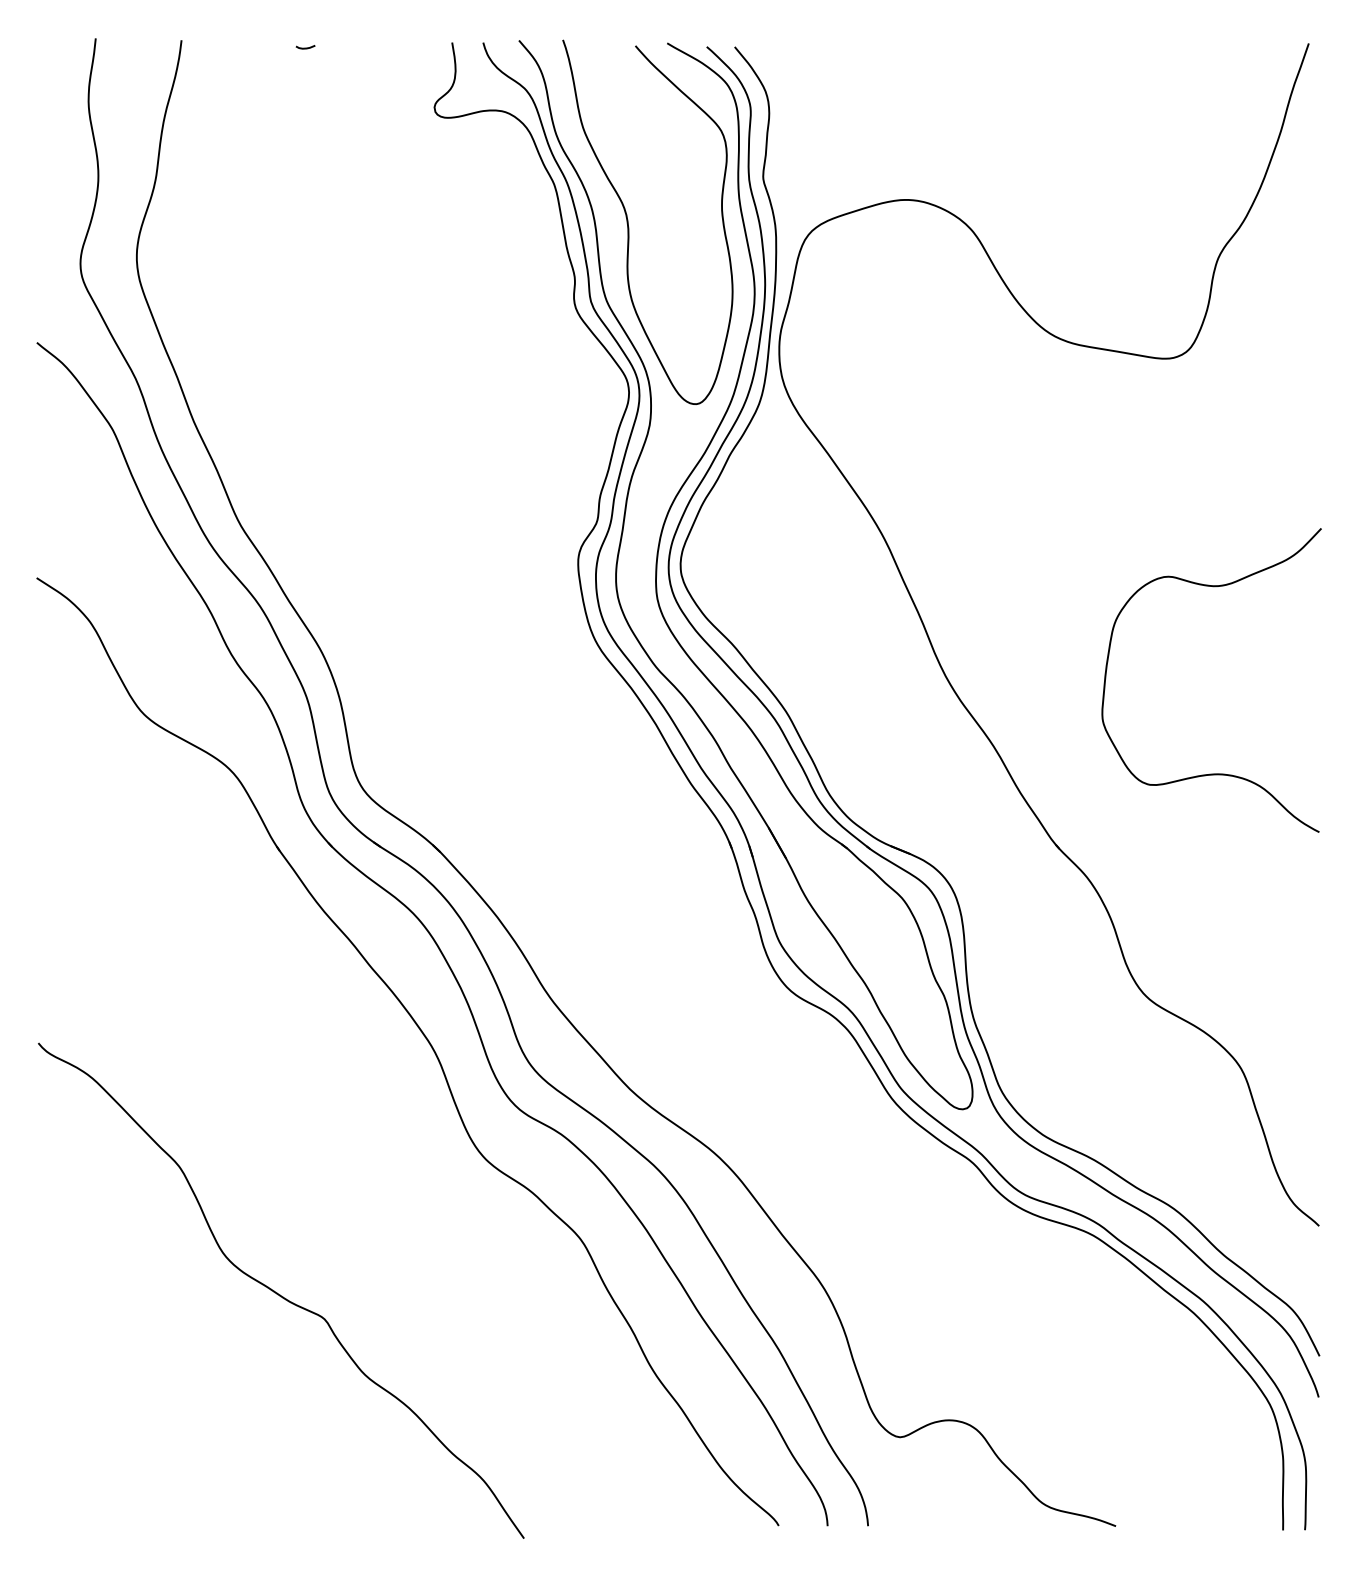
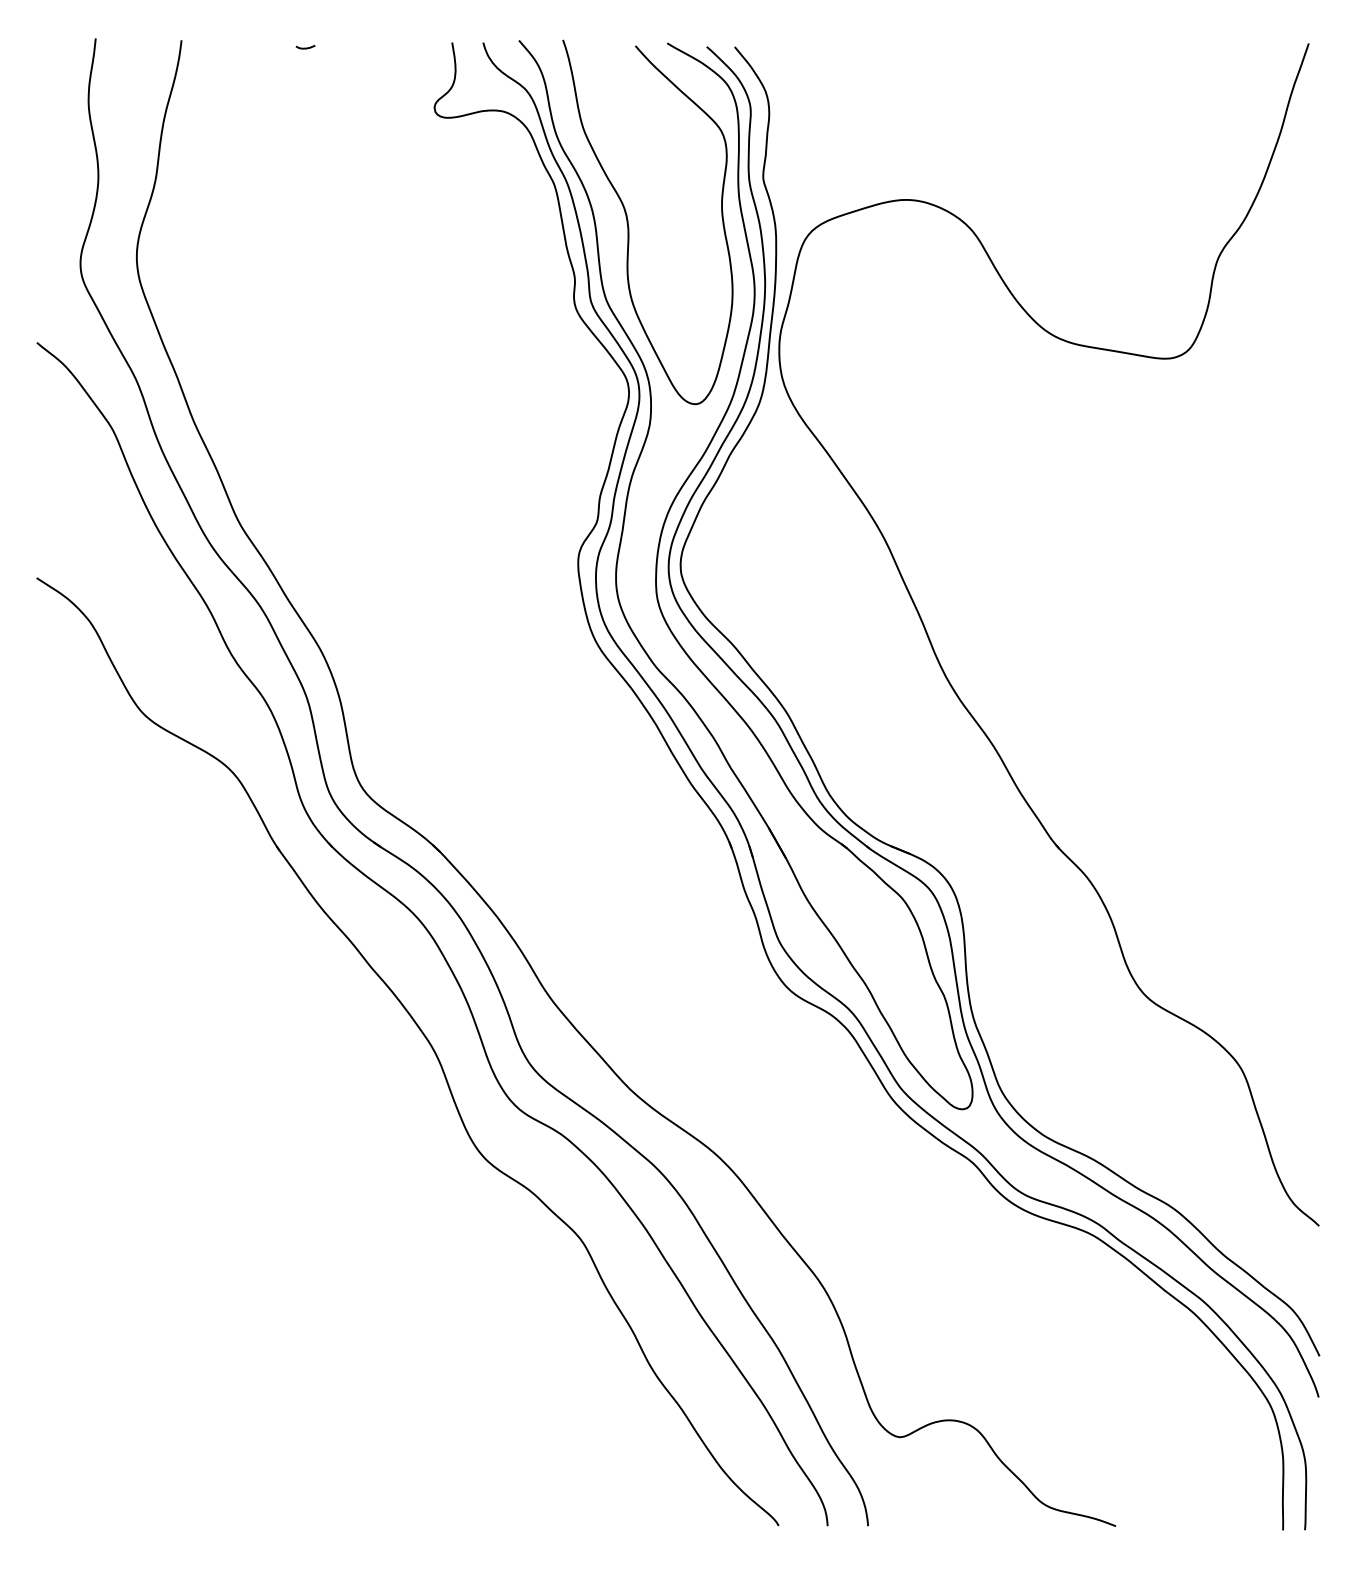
curve at (1211, 773): present -> none
curve at (280, 1294): present -> none
